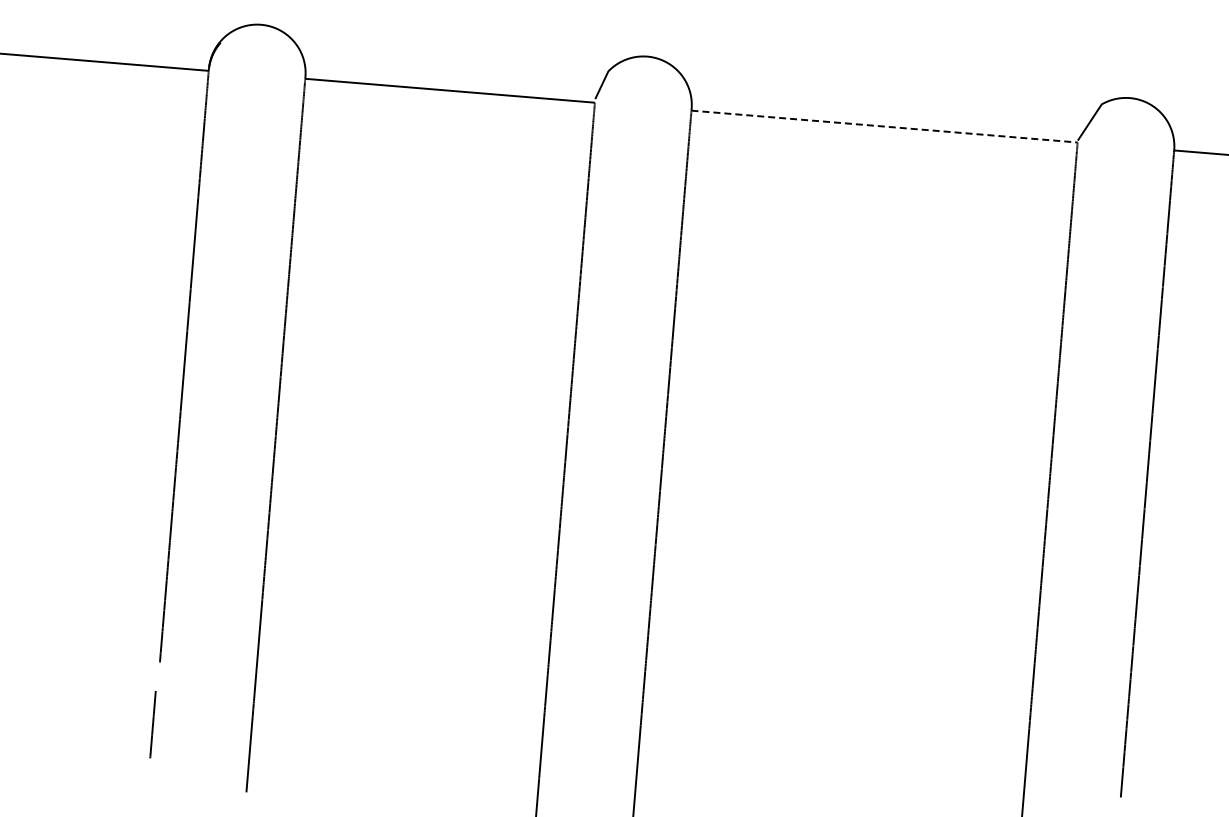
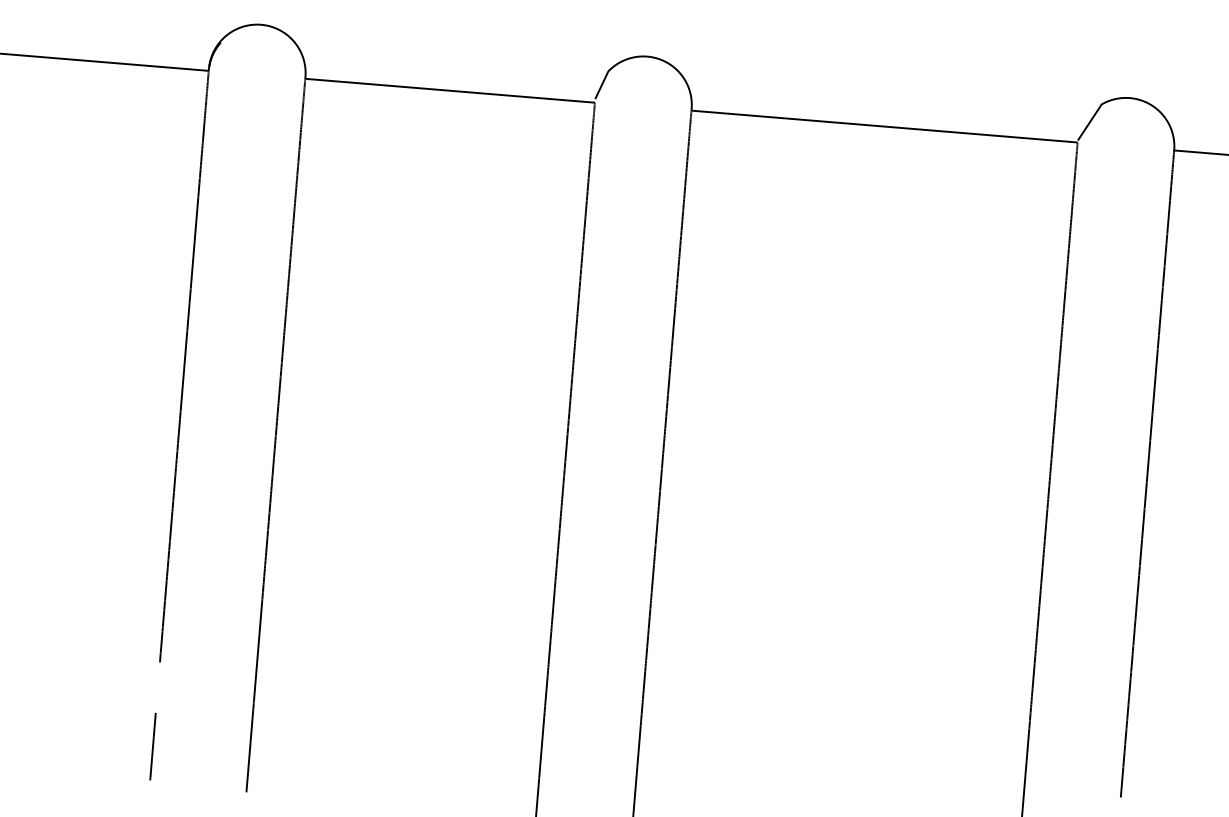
line at (884, 126): dashed -> solid
line at (152, 724) position: (152, 724) -> (152, 746)
